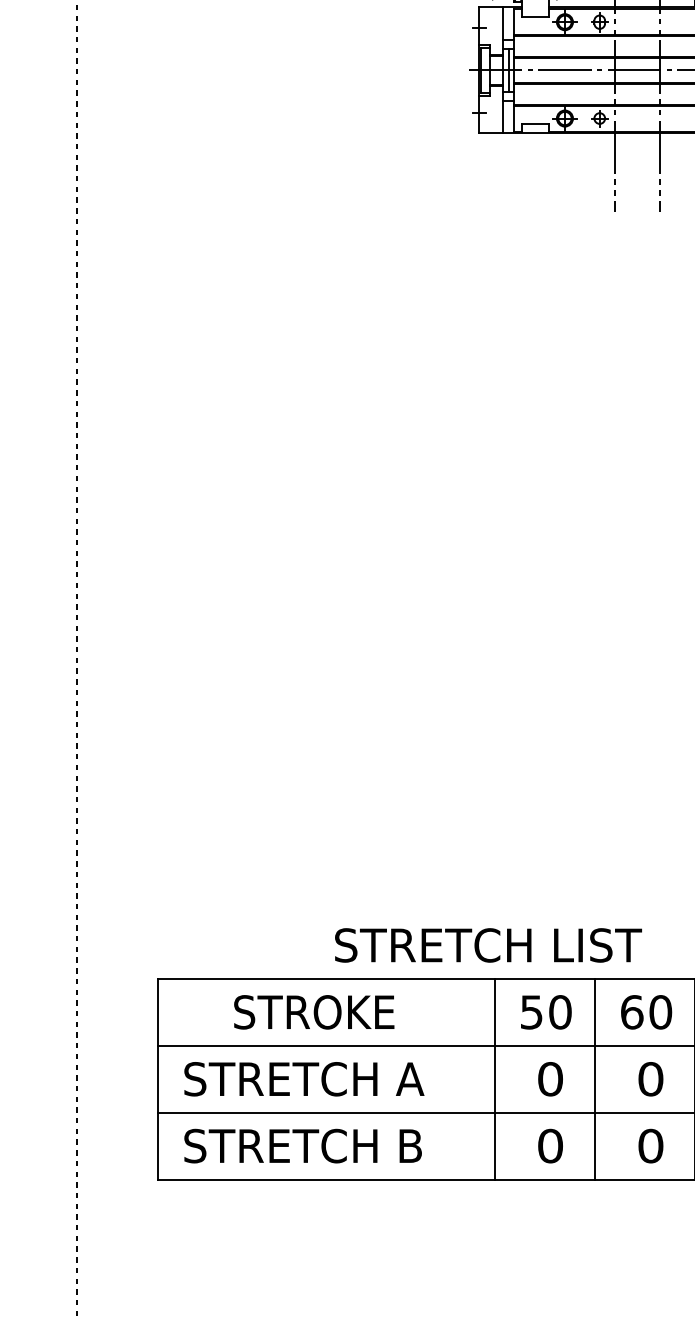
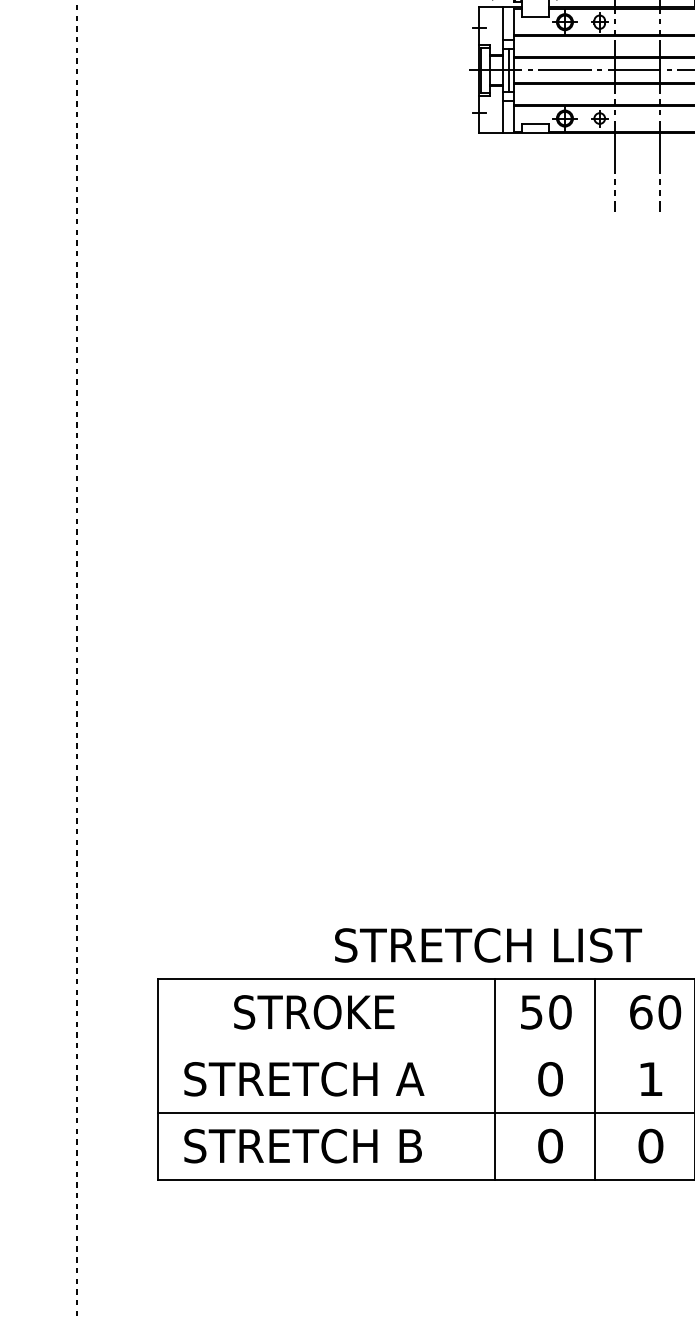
text at (646, 1012) position: (646, 1012) -> (655, 1012)
line at (424, 1045): present -> none
text at (650, 1079): 0 -> 1
